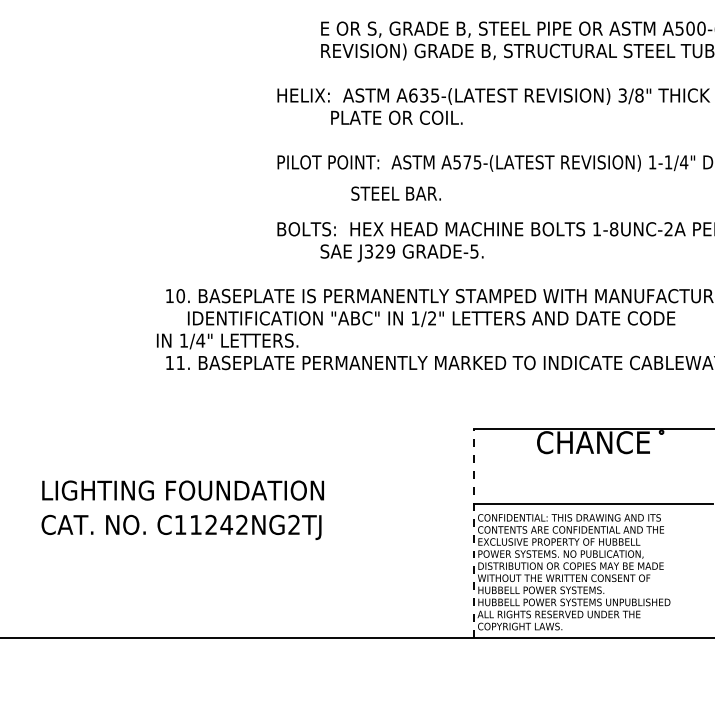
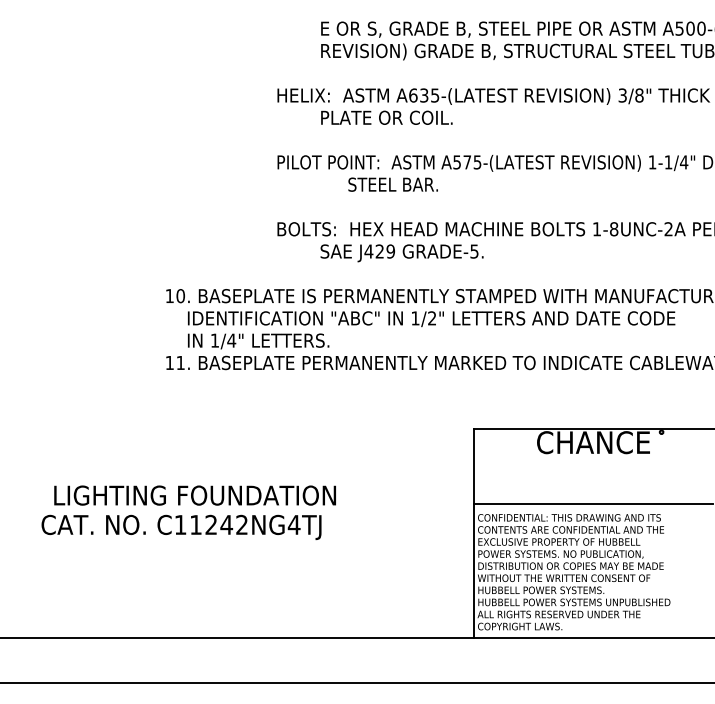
text at (396, 117) position: (396, 117) -> (386, 117)
text at (395, 193) position: (395, 193) -> (392, 184)
text at (368, 251): J329 -> J429
text at (227, 341) position: (227, 341) -> (258, 341)
text at (182, 490) position: (182, 490) -> (194, 495)
text at (293, 524): C11242NG2TJ -> C11242NG4TJ
line at (474, 533): dashed -> solid
line at (356, 682): none -> present
